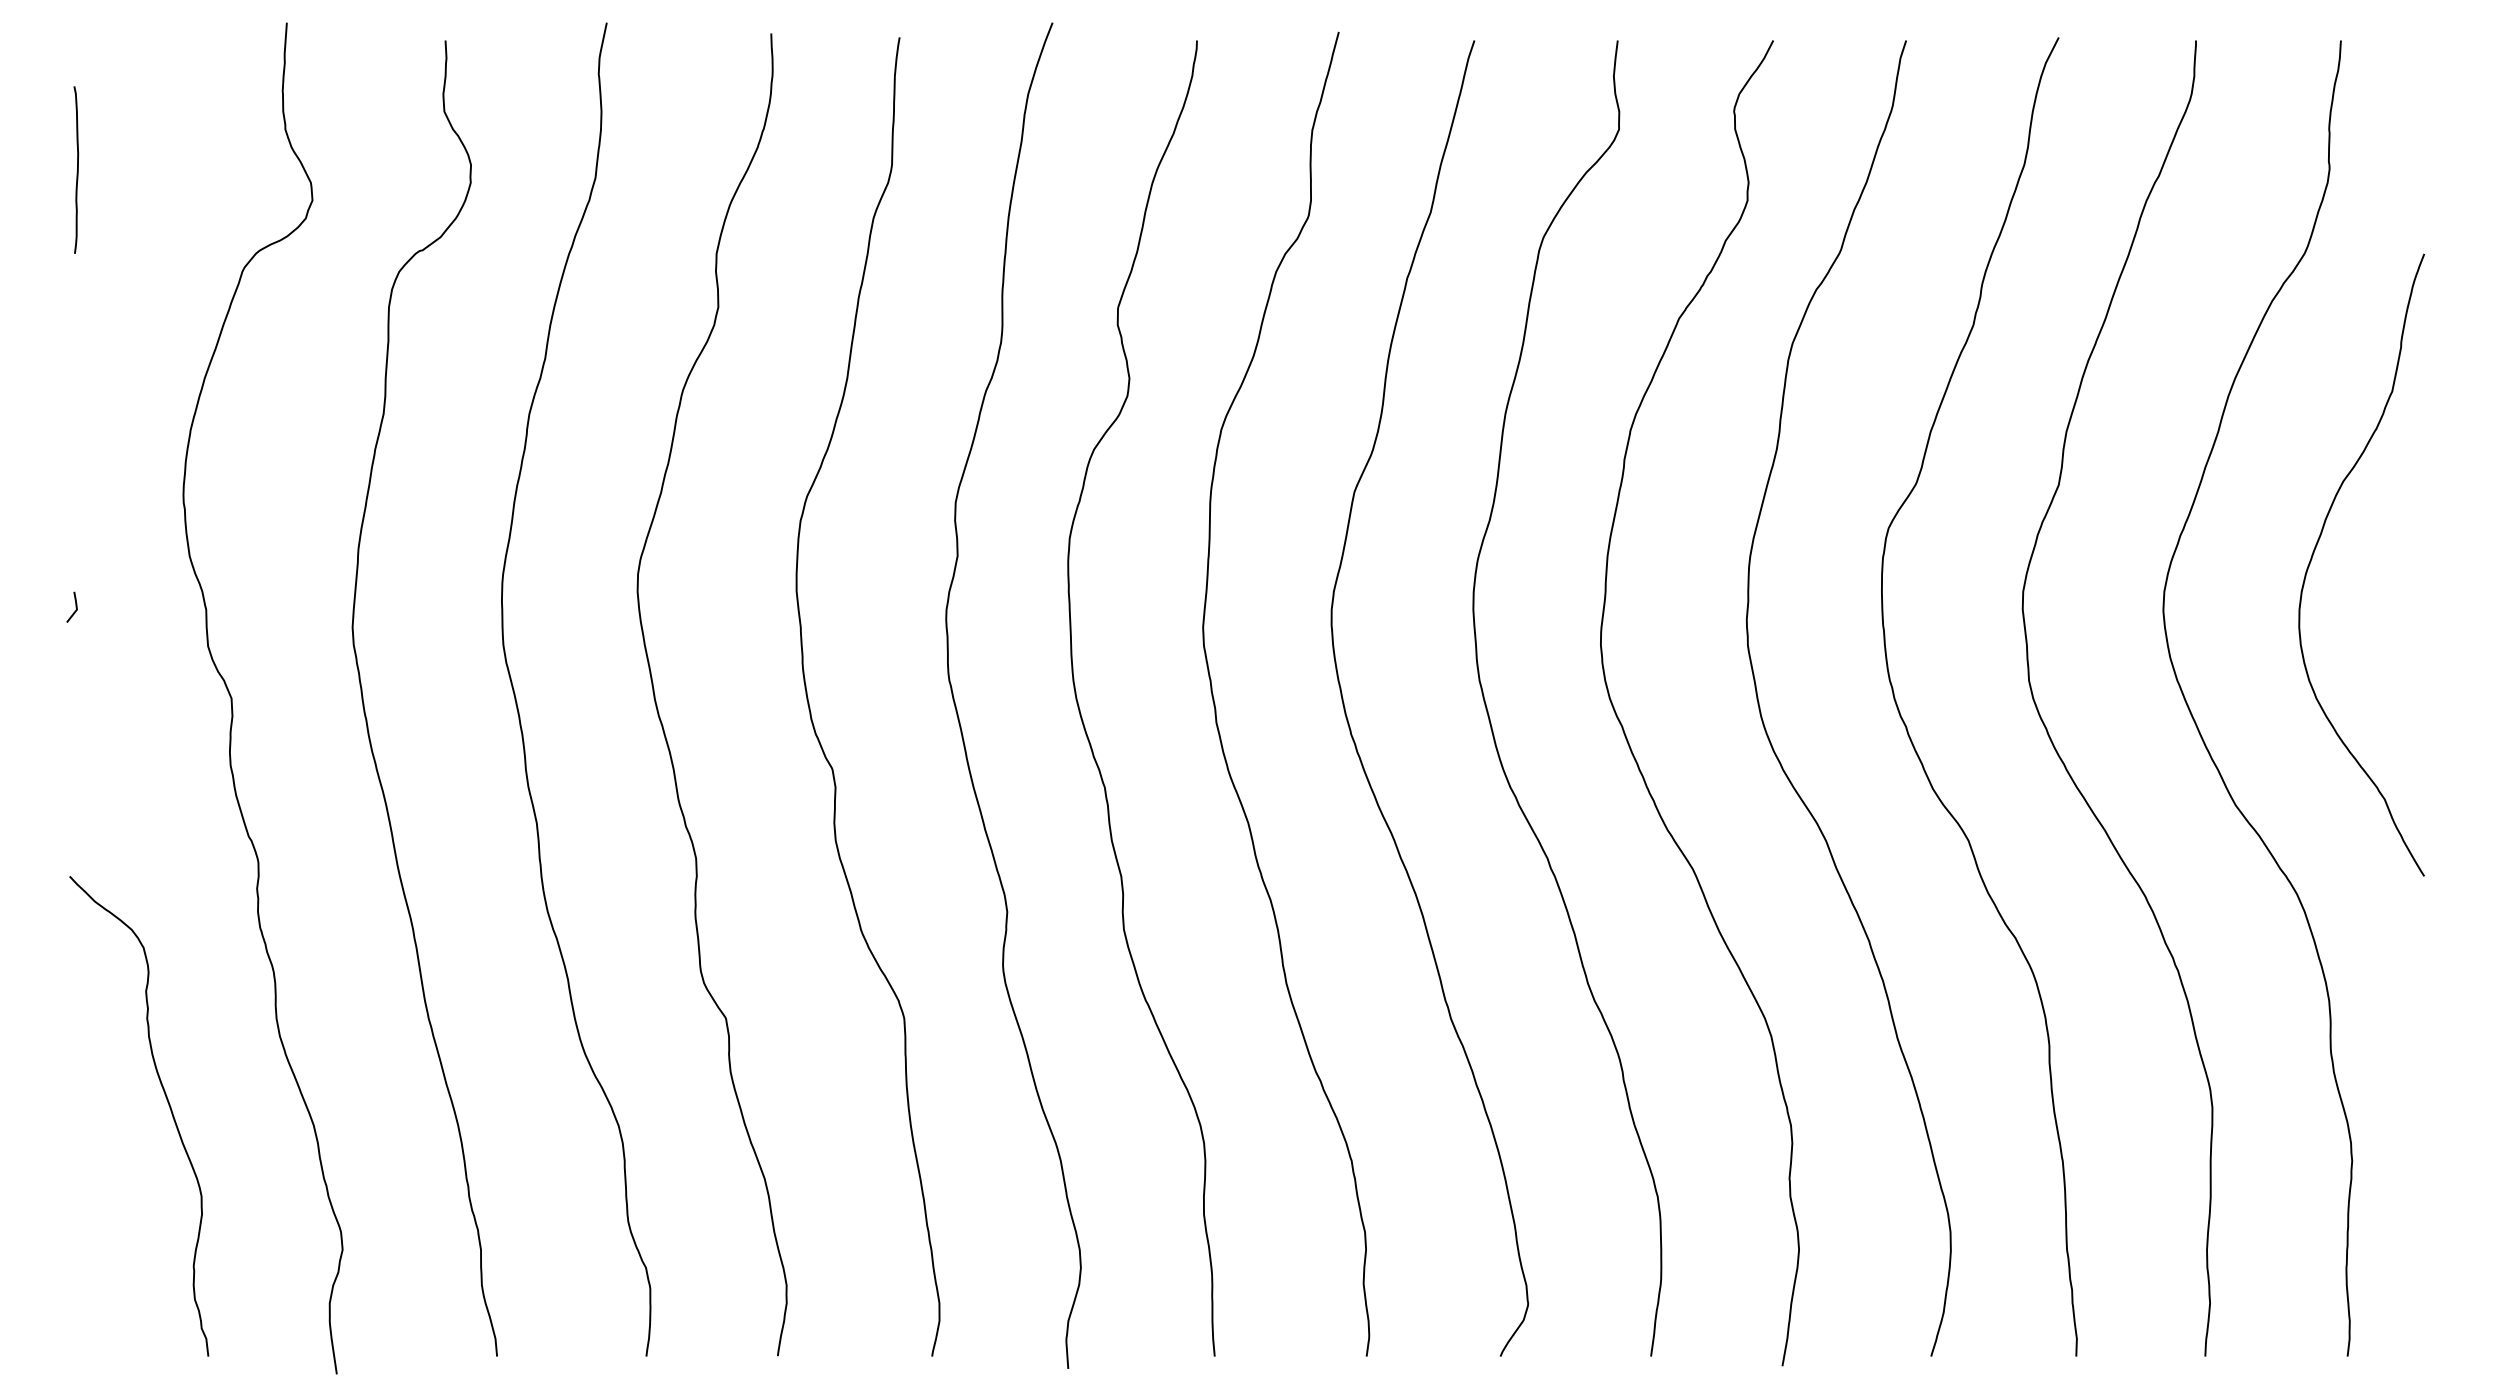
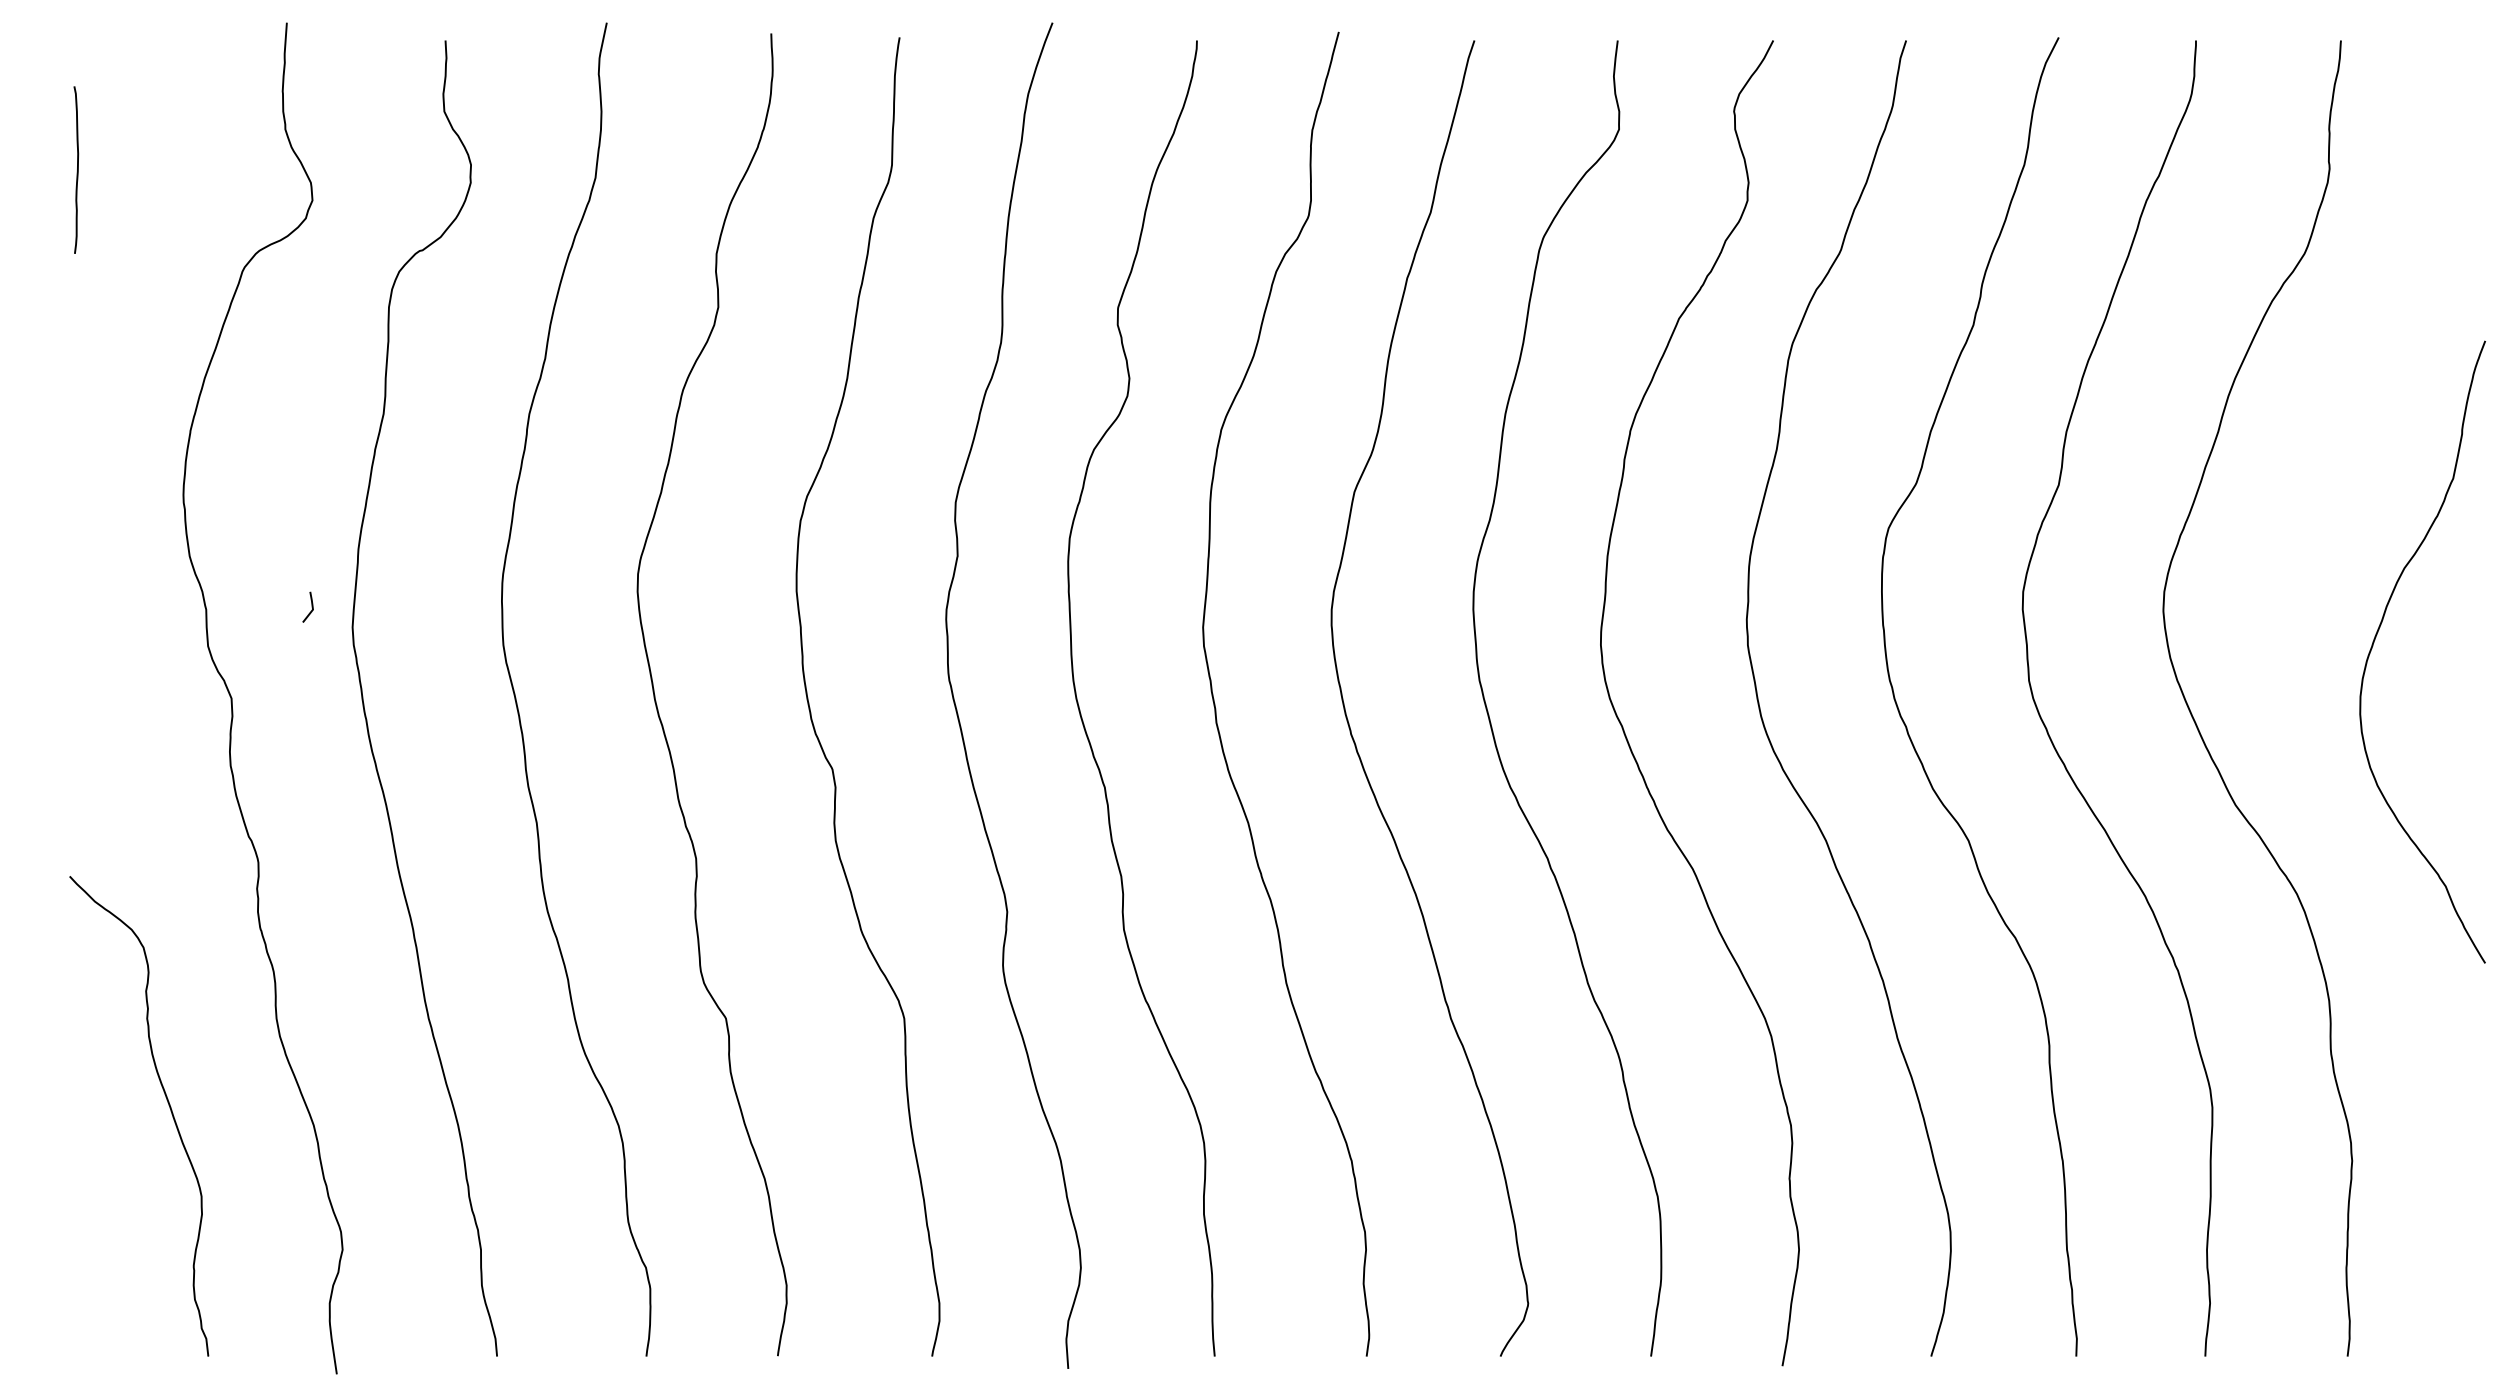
curve at (2318, 543) position: (2318, 543) -> (2379, 630)
line at (75, 606) position: (75, 606) -> (311, 606)
